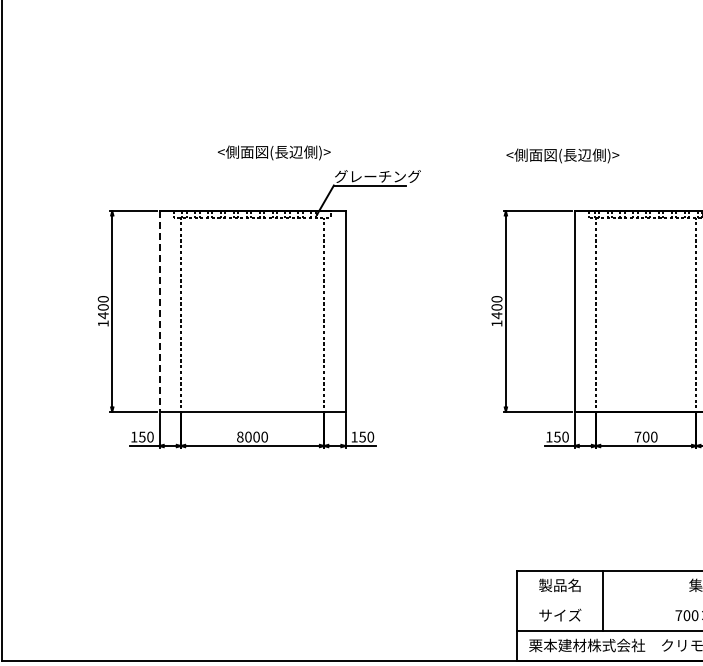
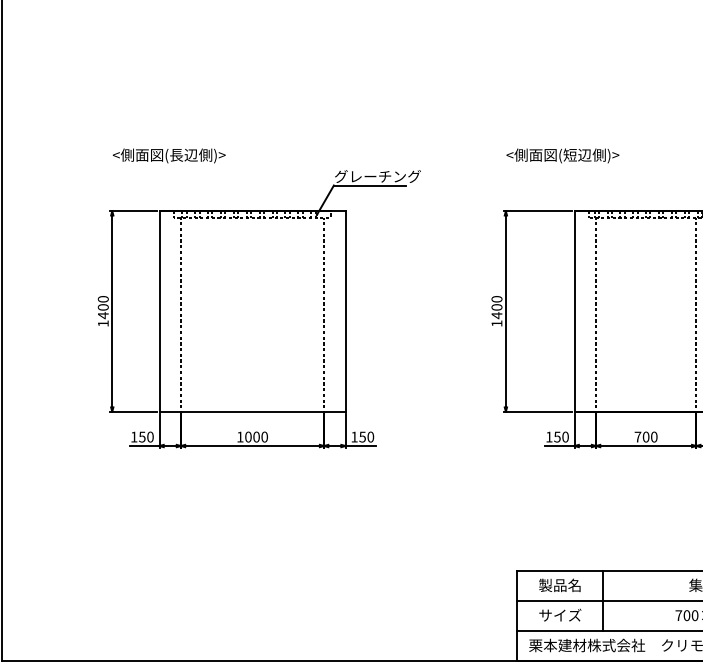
text at (273, 152) position: (273, 152) -> (168, 155)
text at (569, 154): <側面図(長辺側)> -> <側面図(短辺側)>
line at (159, 311): dashed -> solid
text at (240, 436): 8000 -> 1000
line at (608, 600): none -> present
